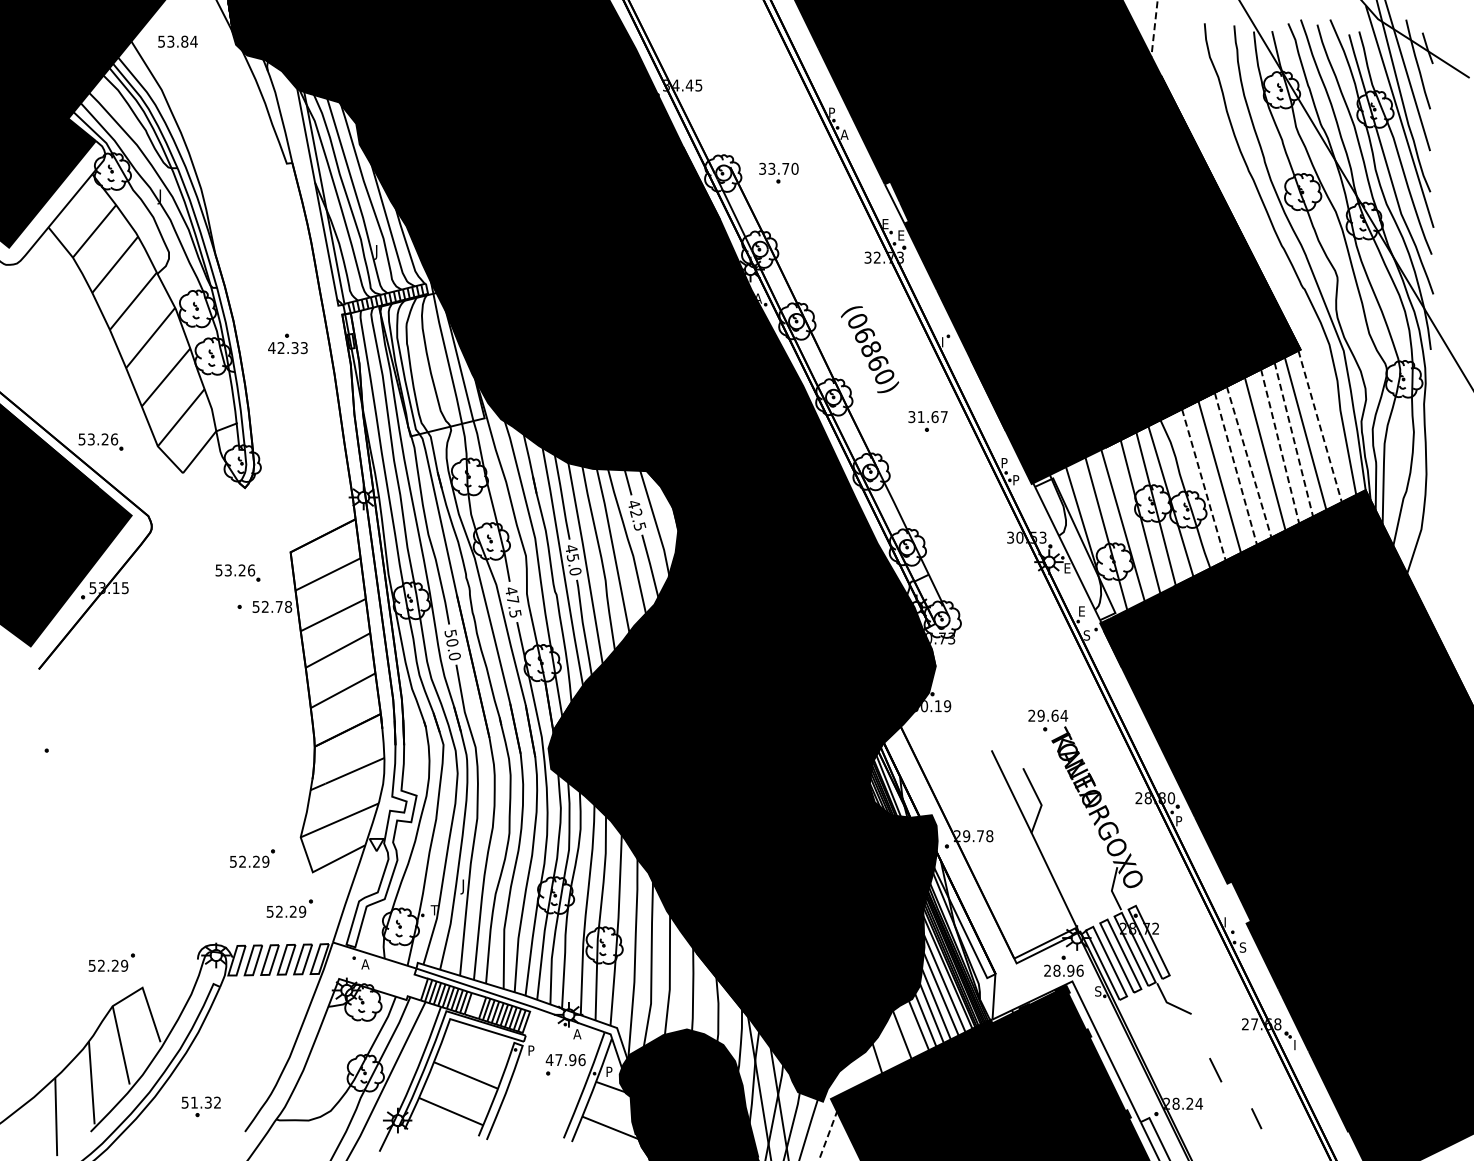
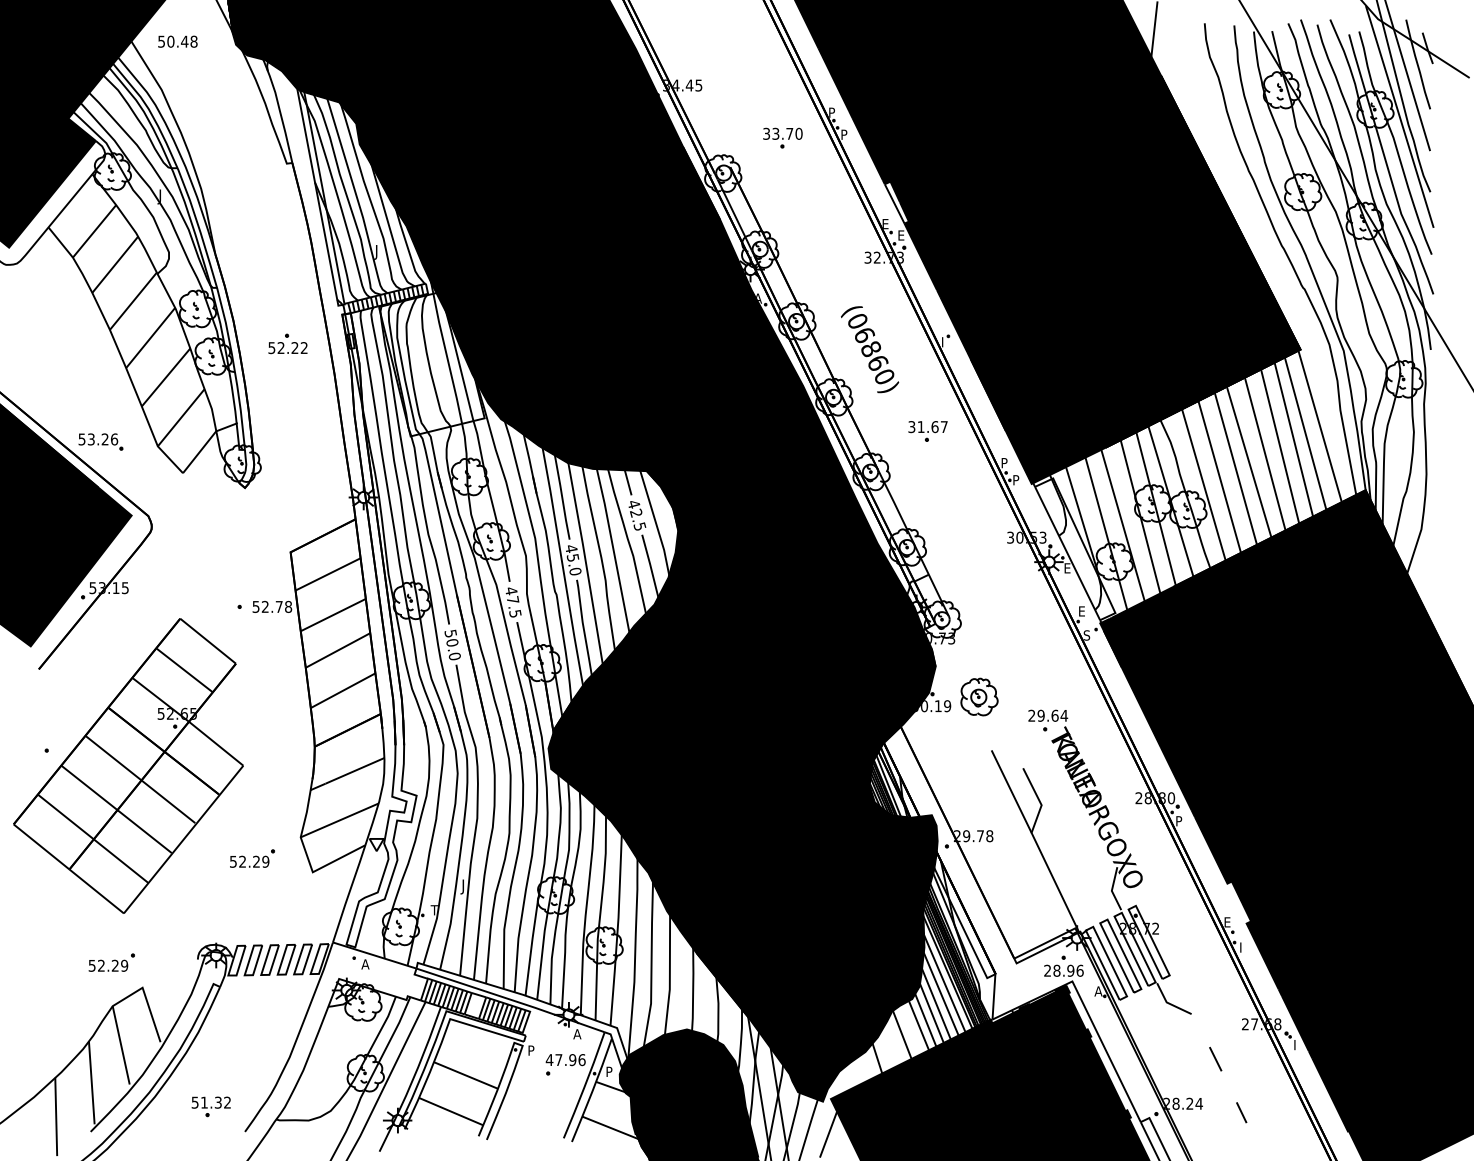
line at (1154, 29): dashed -> solid
text at (182, 41): 53.84 -> 50.48
text at (844, 134): A -> P
part at (778, 172) position: (778, 172) -> (782, 137)
text at (287, 348): 42.33 -> 52.22
part at (927, 421) position: (927, 421) -> (927, 431)
line at (1320, 426): dashed -> solid
line at (1293, 440): dashed -> solid
line at (1280, 447): dashed -> solid
line at (1249, 462): dashed -> solid
line at (1235, 468): dashed -> solid
line at (1203, 484): dashed -> solid
part at (237, 572): present -> none
part at (979, 696): none -> present
part at (128, 765): none -> present
part at (289, 908): present -> none
text at (1228, 922): I -> E
text at (1242, 947): S -> I
text at (1098, 991): S -> A
line at (1215, 1070) position: (1215, 1070) -> (1215, 1059)
part at (200, 1106) position: (200, 1106) -> (210, 1106)
line at (1256, 1118) position: (1256, 1118) -> (1241, 1112)
line at (828, 1134): dashed -> solid
